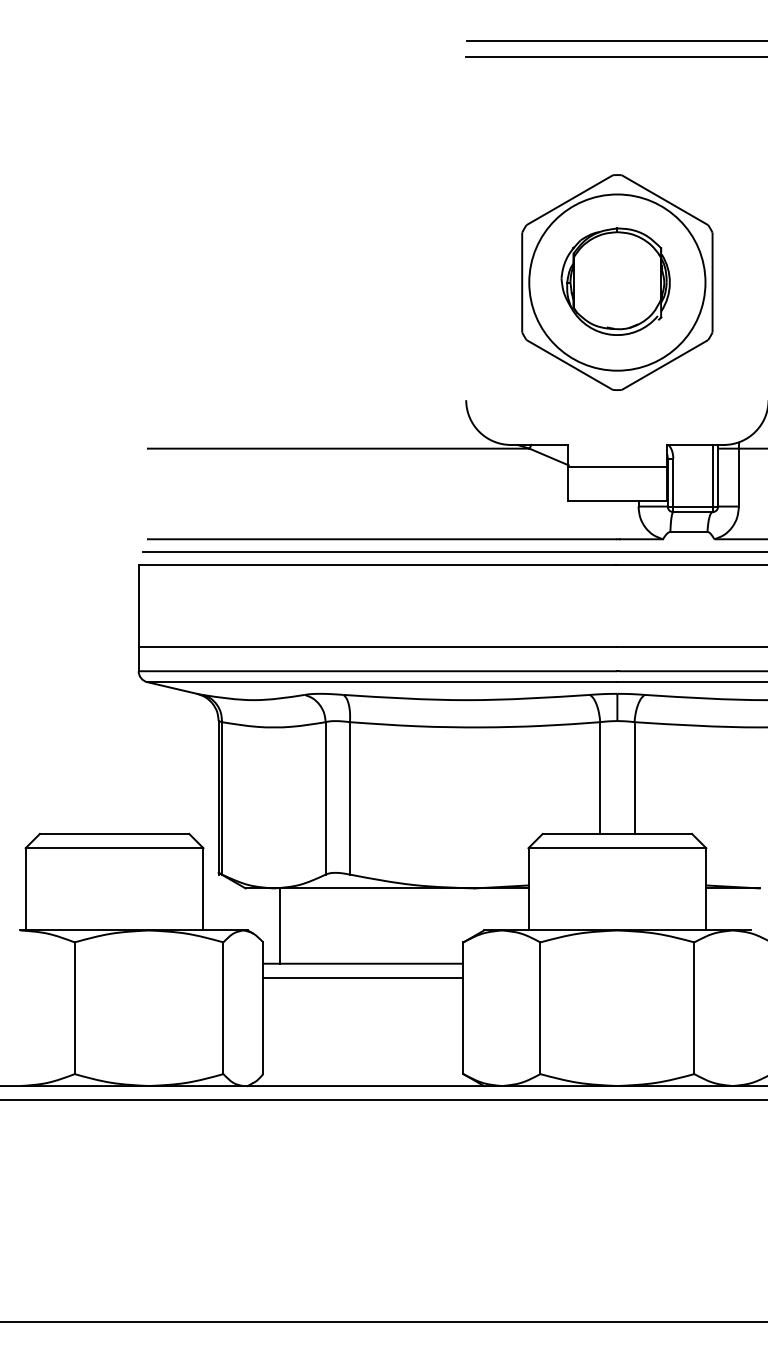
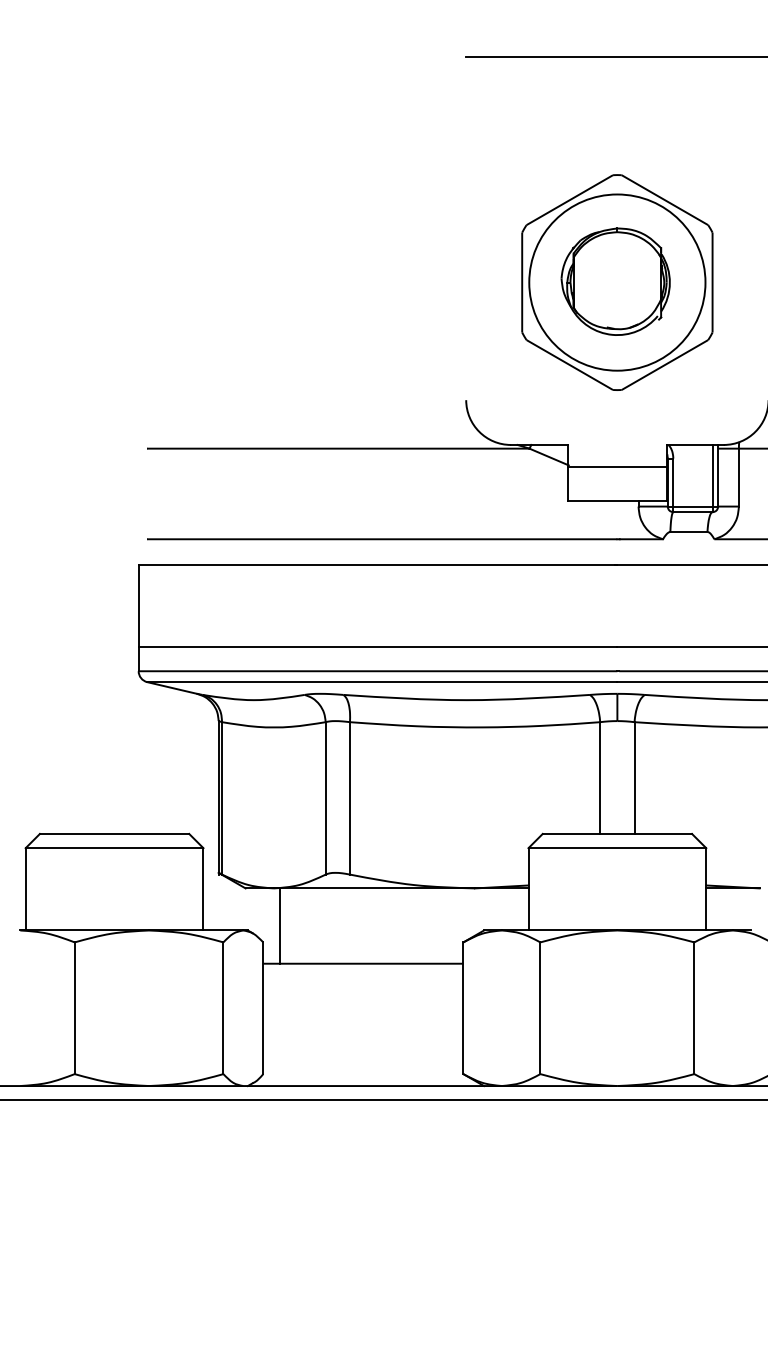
line at (615, 40): present -> none
line at (453, 552): present -> none
line at (363, 977): present -> none
line at (383, 1322): present -> none
